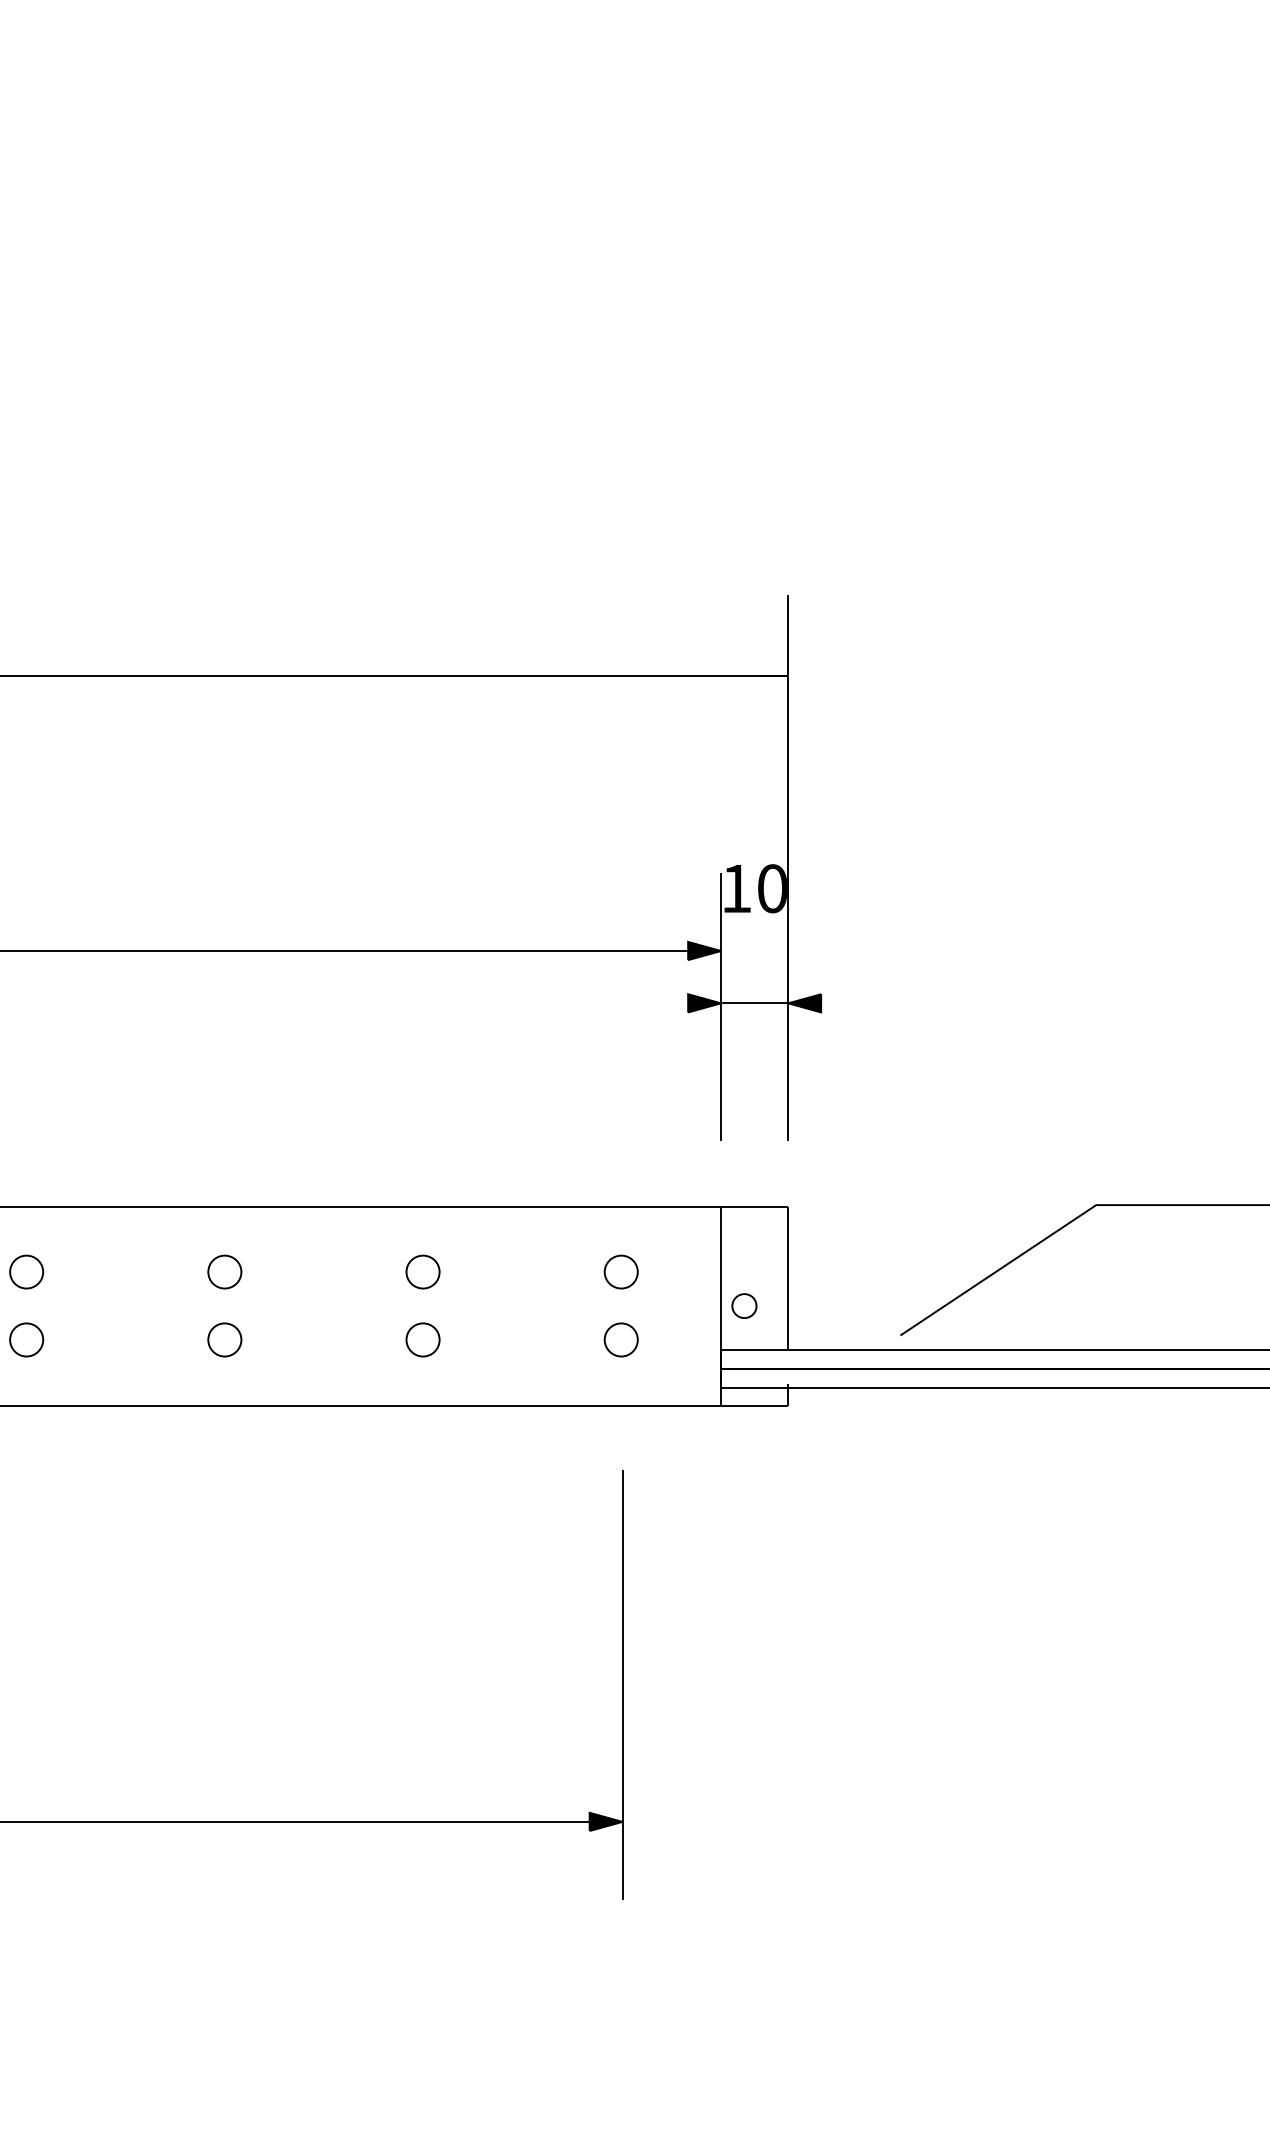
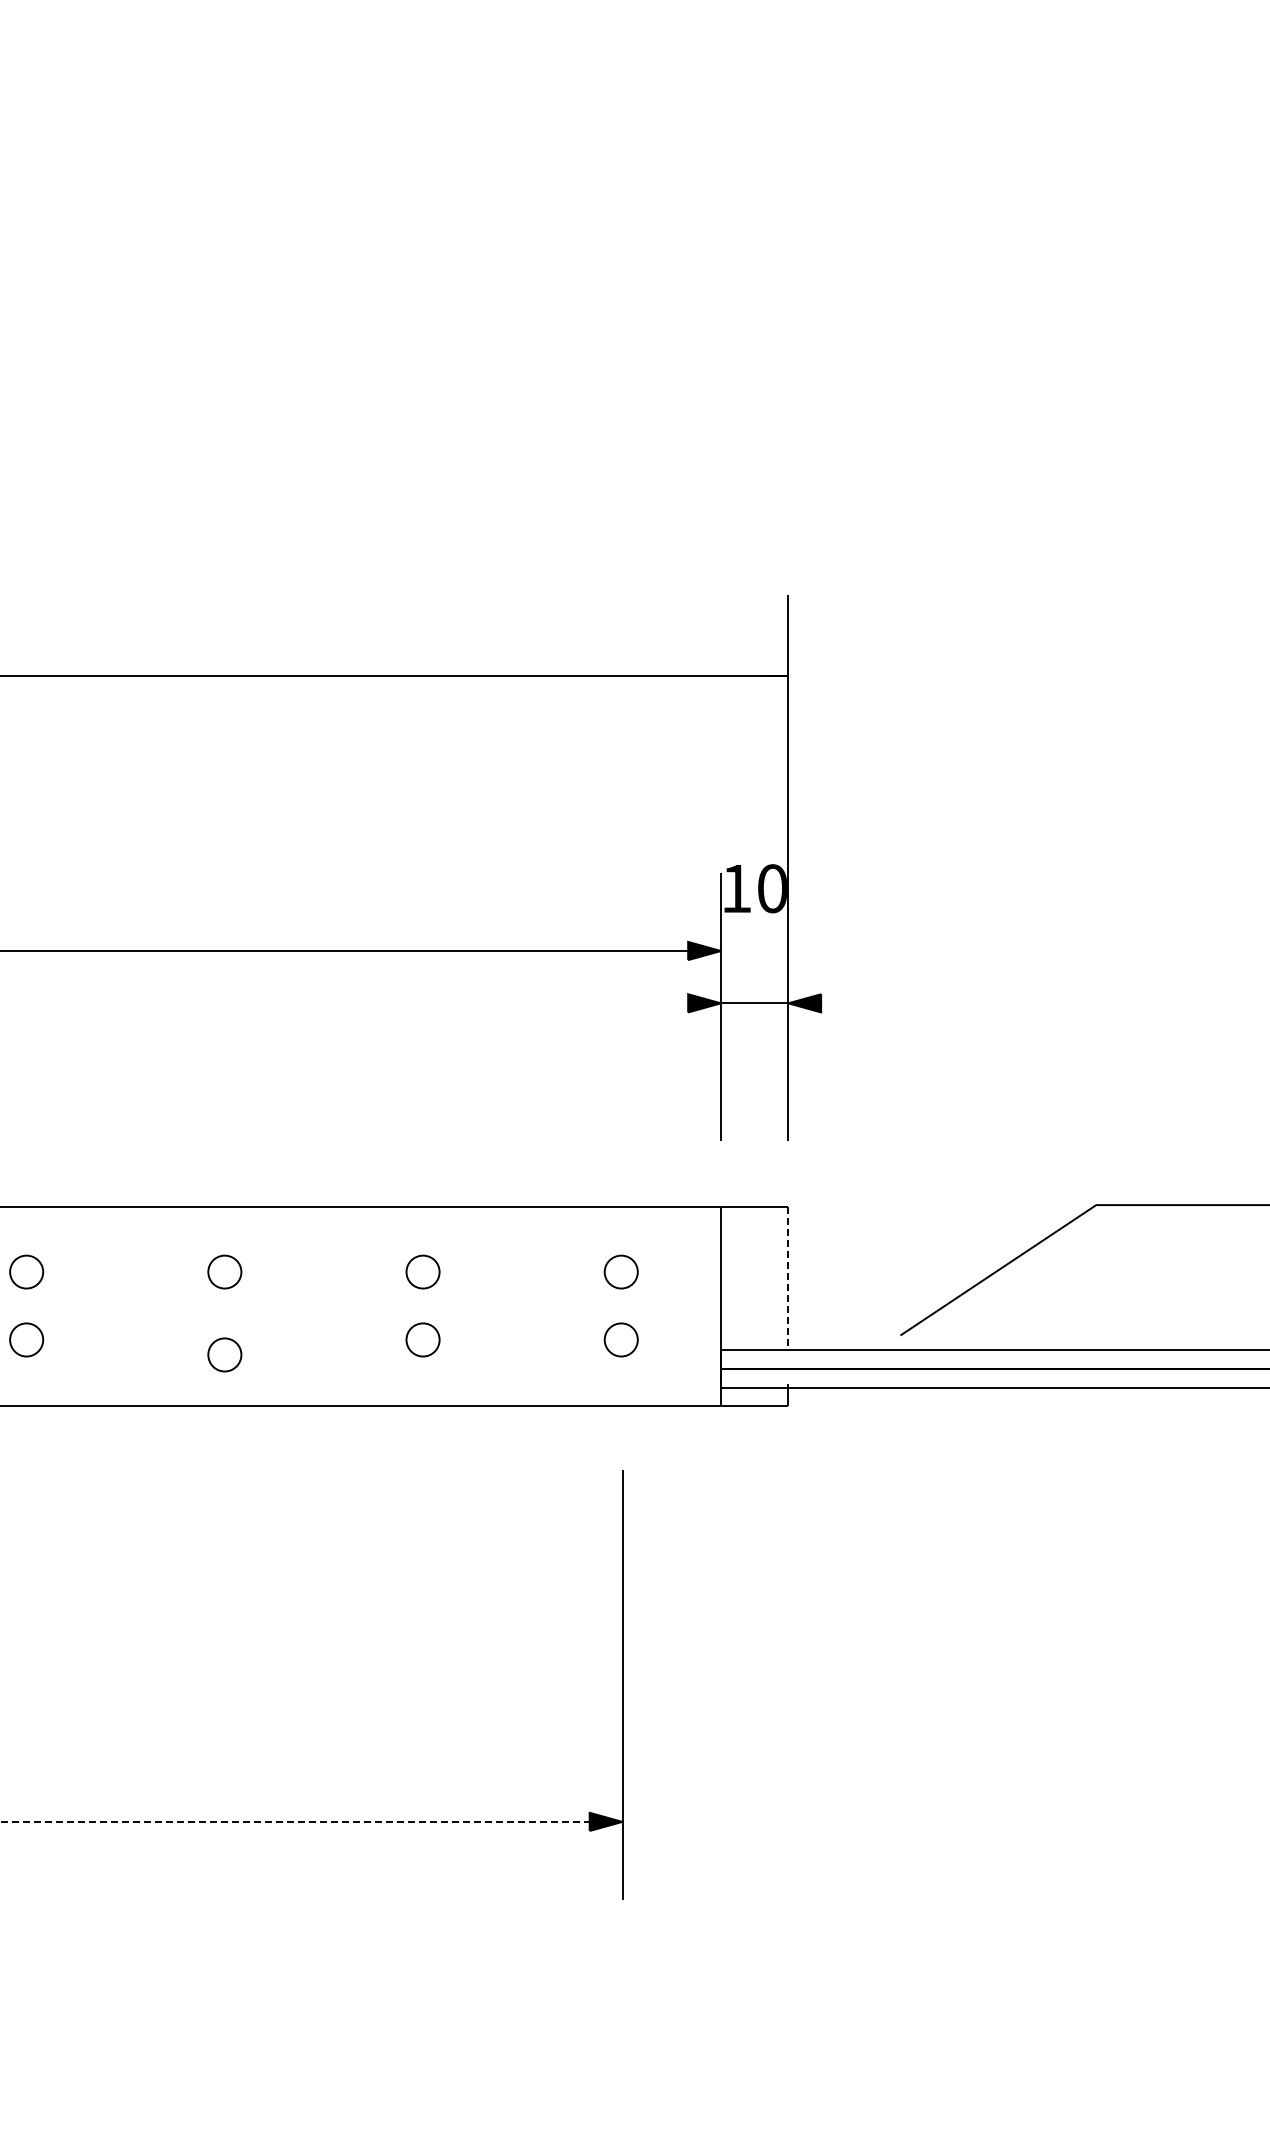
line at (788, 1278): solid -> dashed
part at (744, 1305): present -> none
part at (224, 1339) position: (224, 1339) -> (224, 1354)
line at (311, 1821): solid -> dashed
